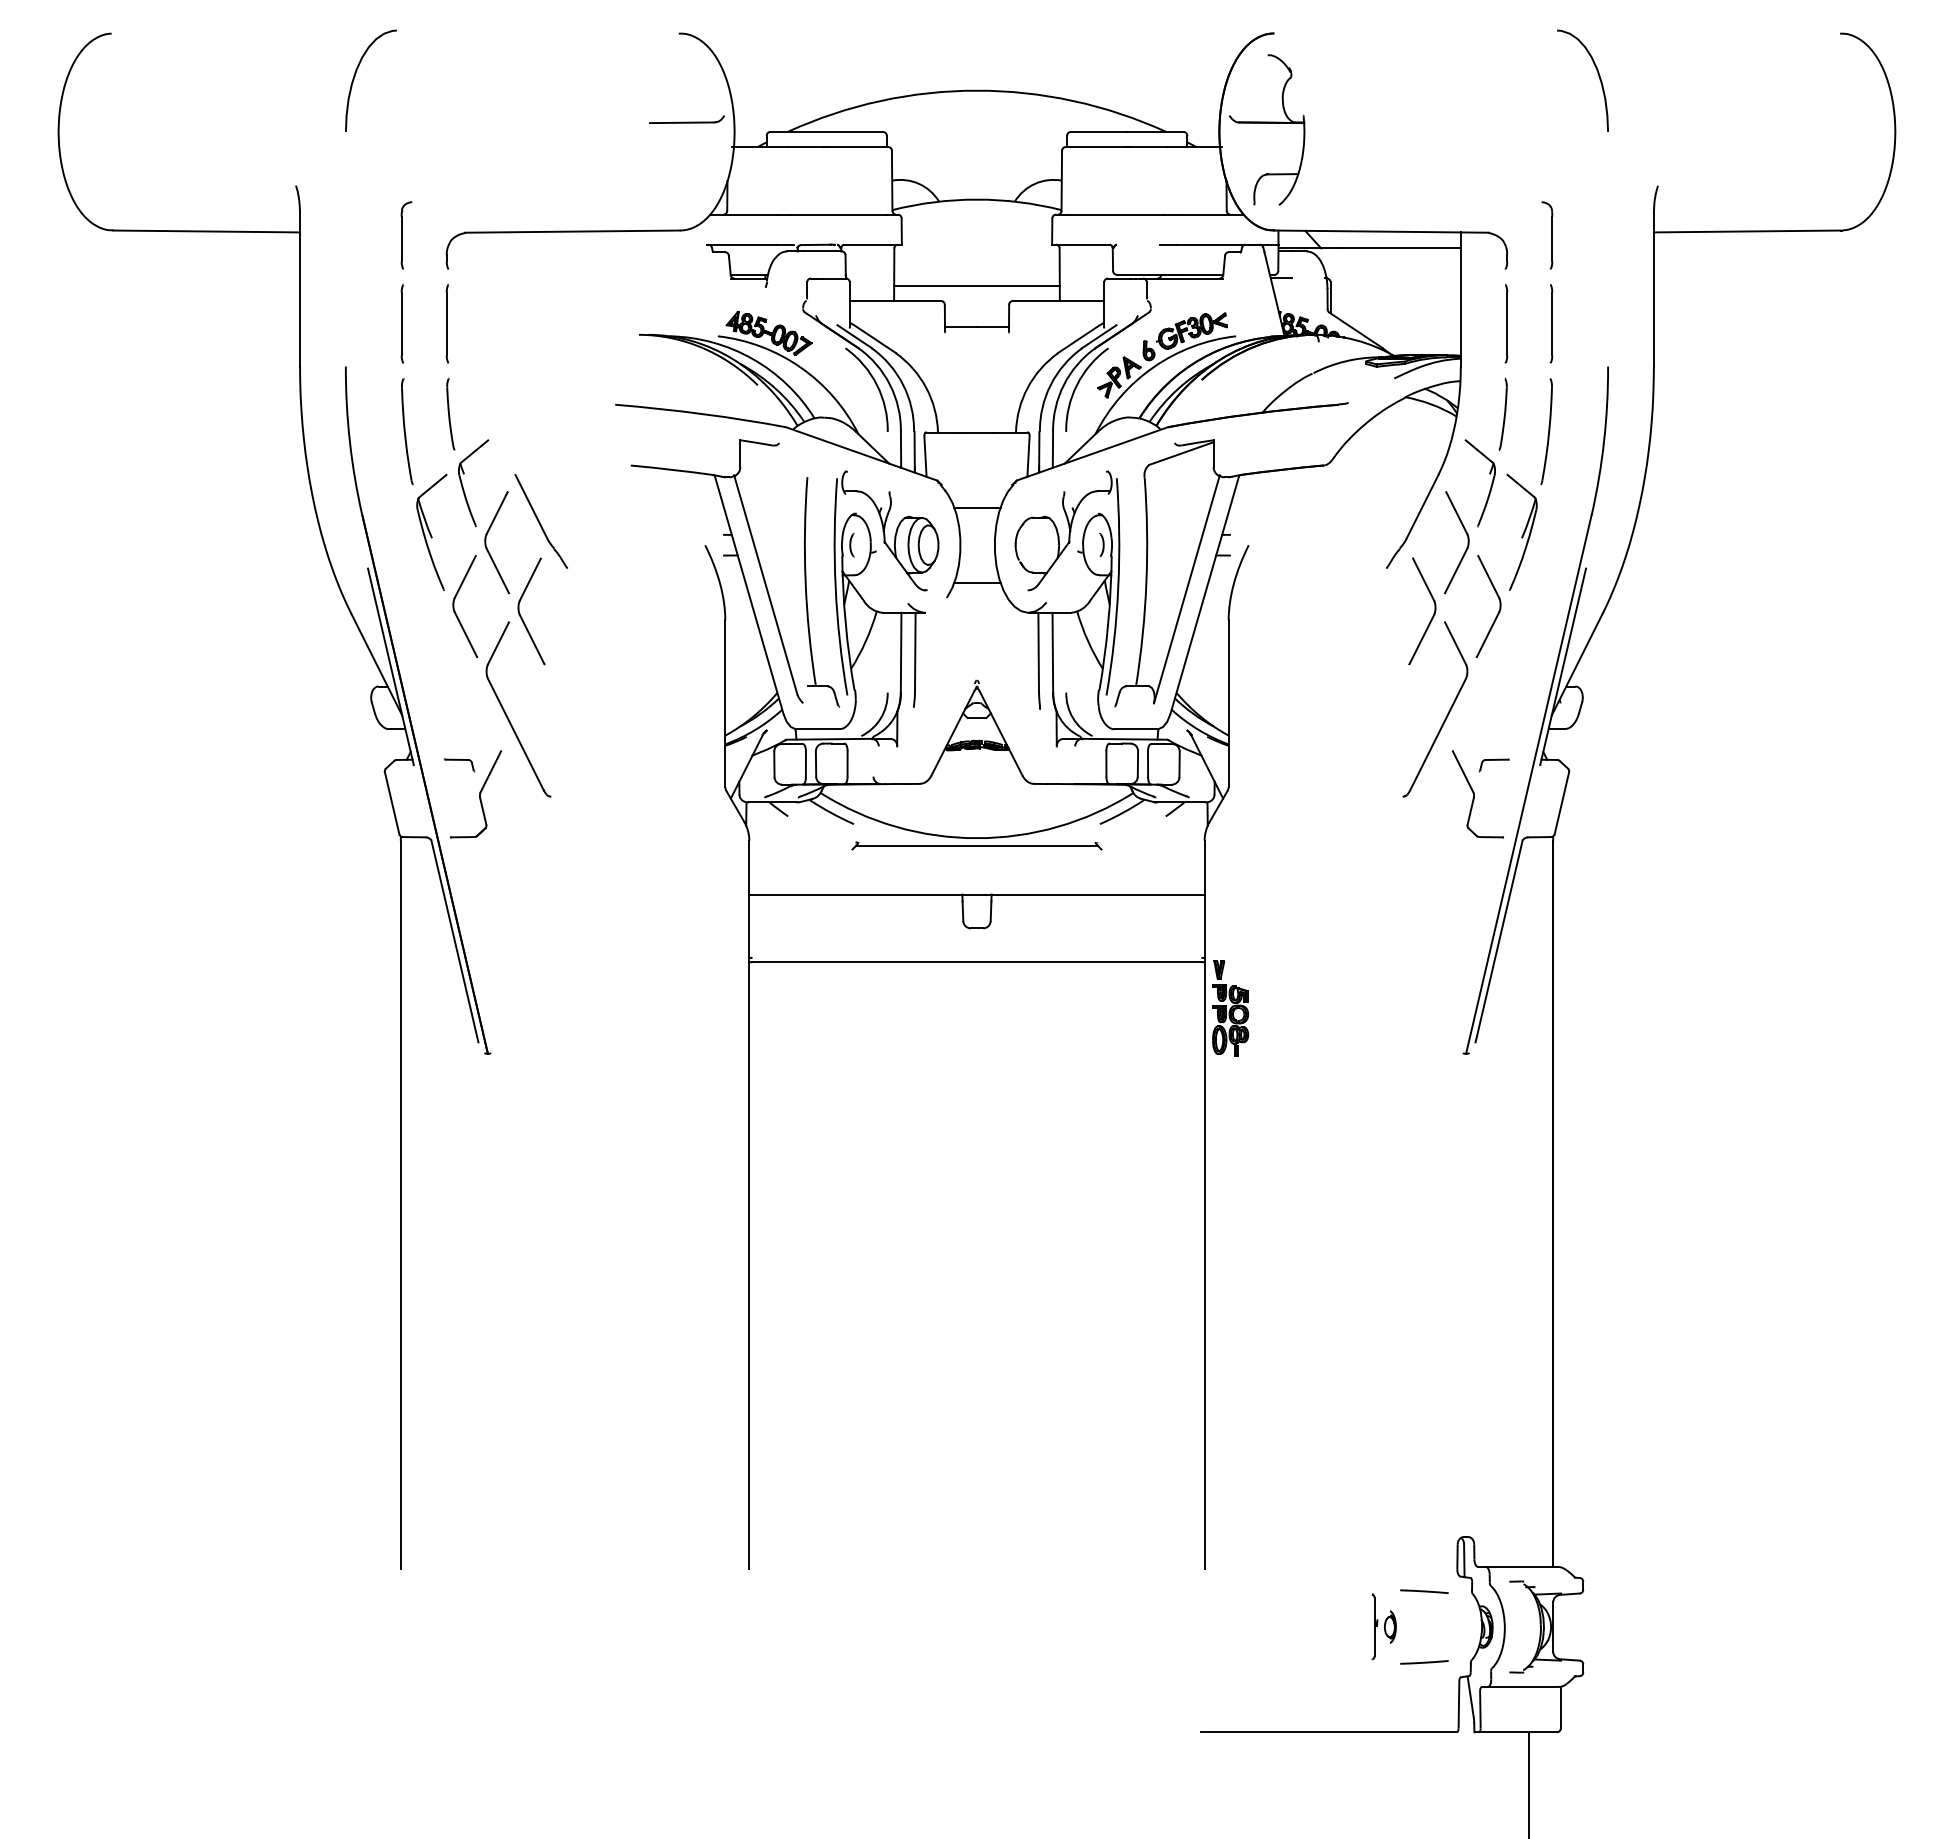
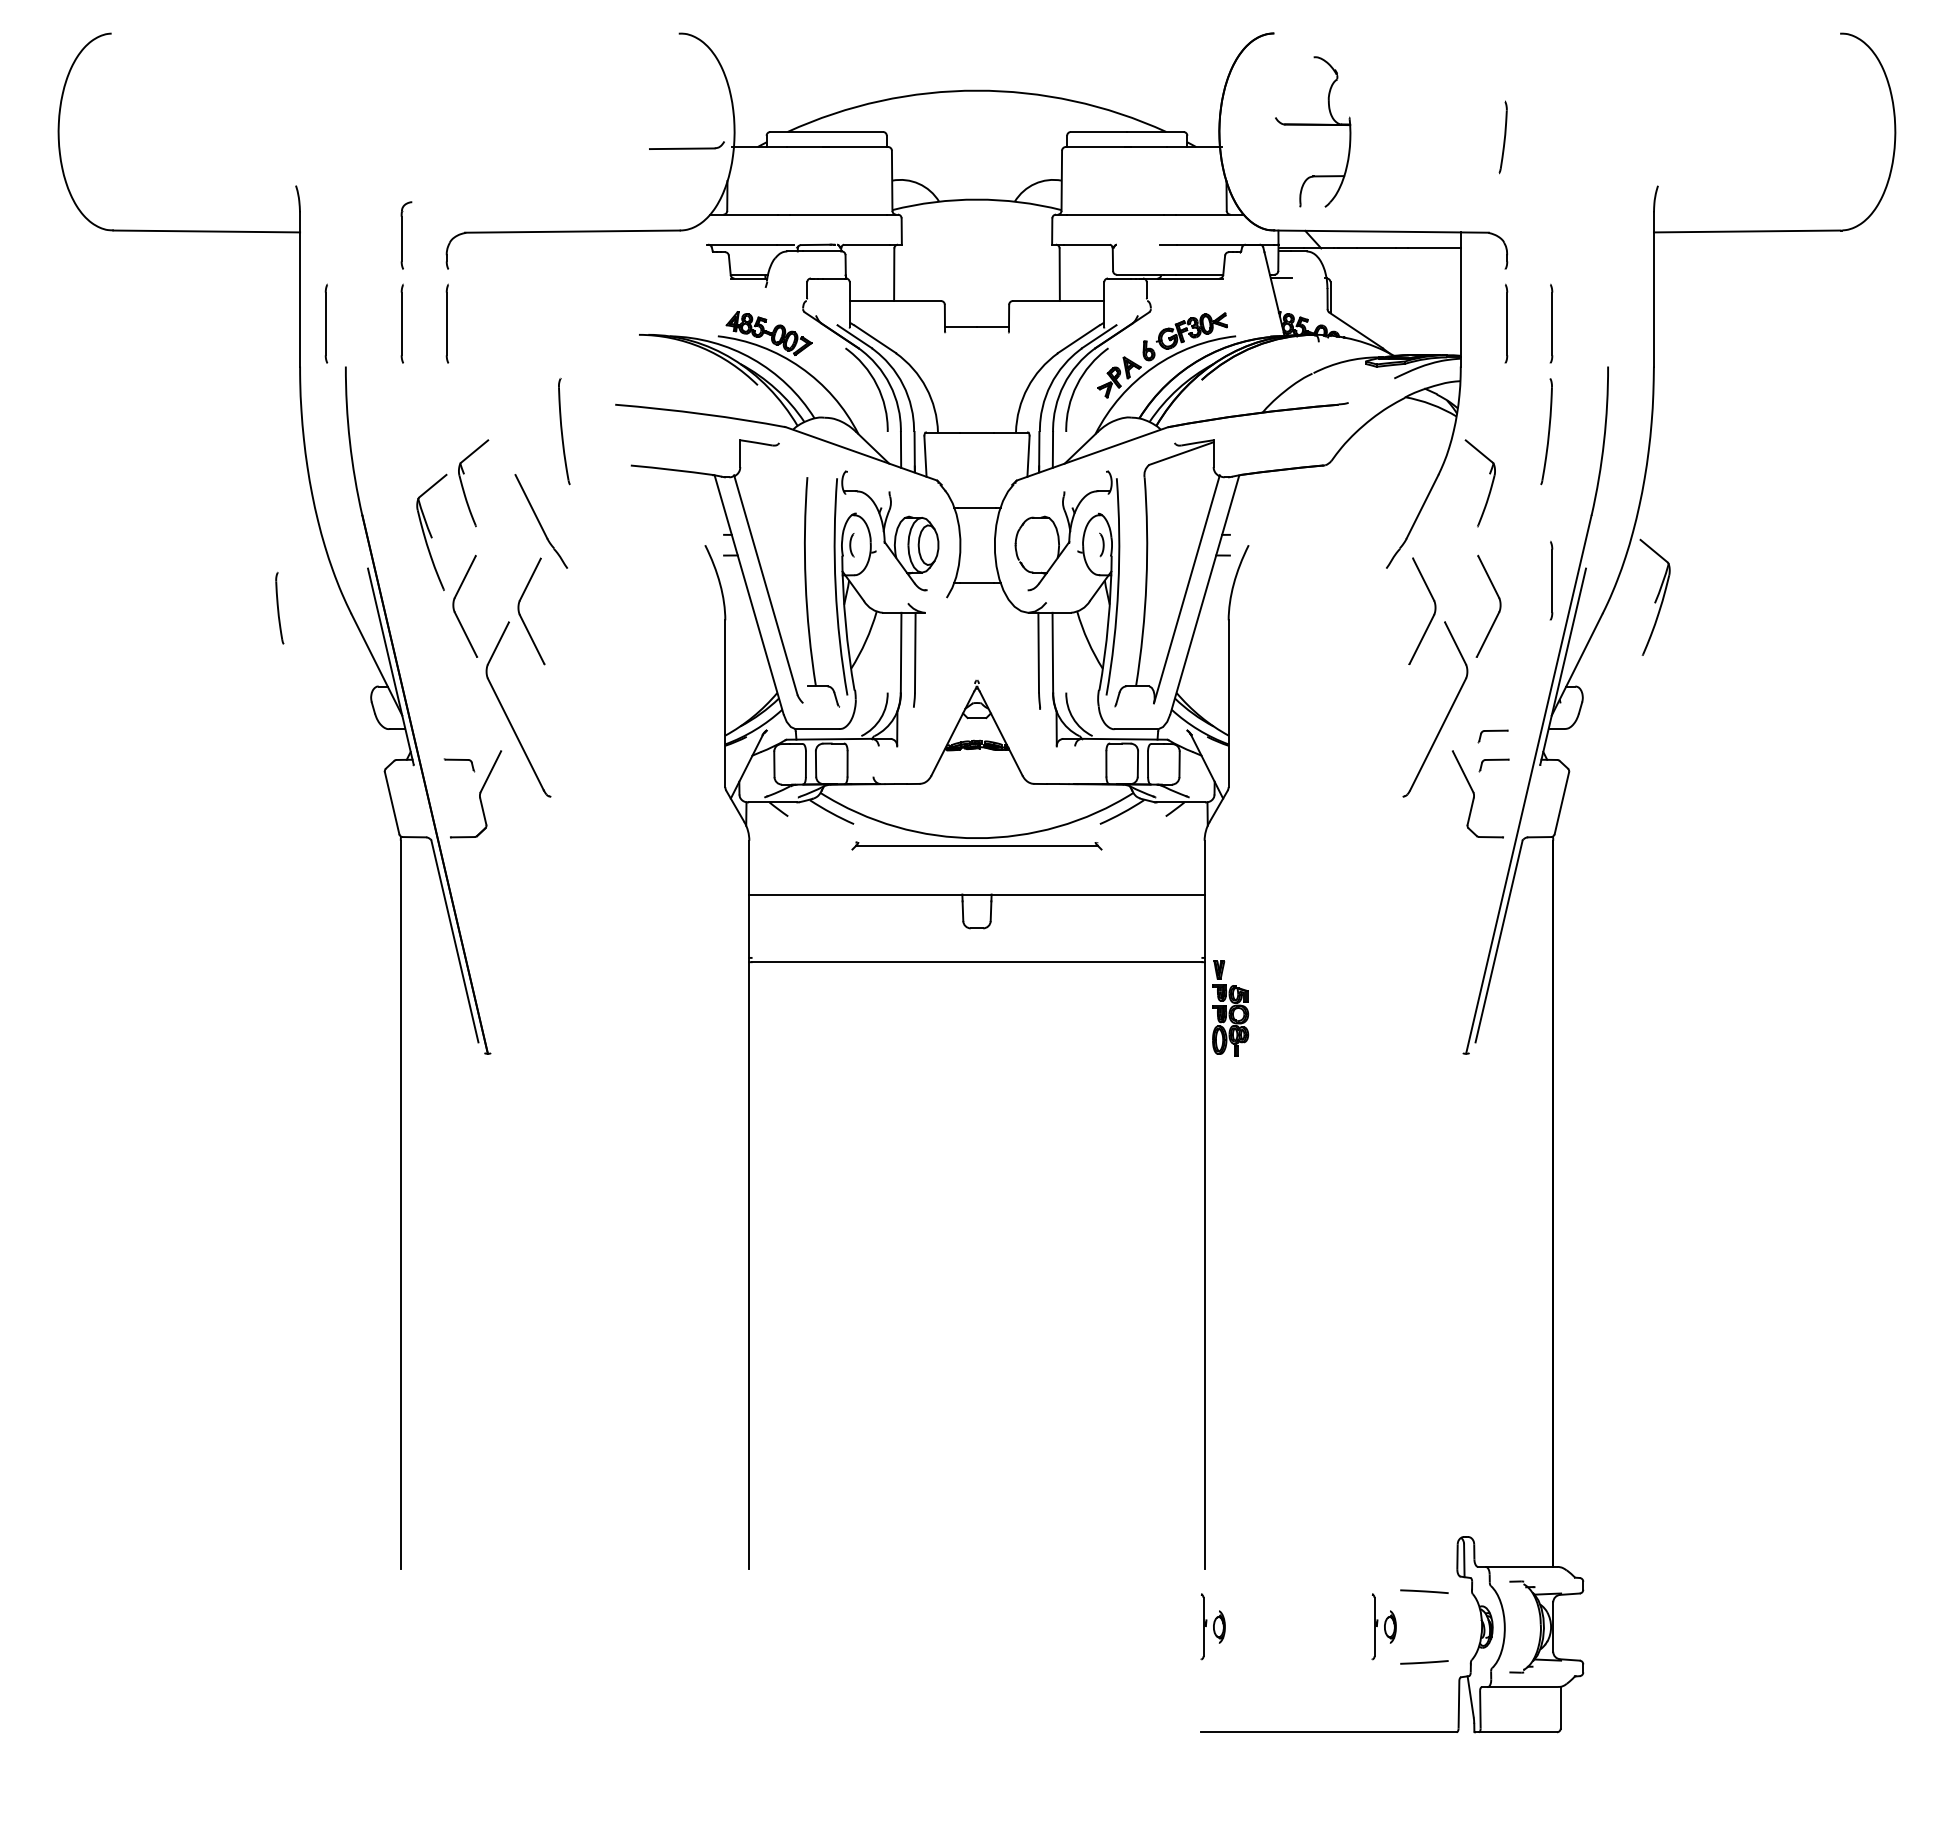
curve at (355, 76): present -> none
curve at (1598, 76): present -> none
part at (686, 119) position: (686, 119) -> (686, 145)
part at (1267, 129) position: (1267, 129) -> (1313, 131)
part at (1547, 235): present -> none
line at (976, 286): present -> none
part at (326, 323): none -> present
part at (450, 413) position: (450, 413) -> (279, 607)
part at (1502, 414) position: (1502, 414) -> (1502, 137)
part at (407, 431) position: (407, 431) -> (564, 431)
part at (1521, 531) position: (1521, 531) -> (1654, 596)
part at (486, 542): present -> none
part at (1467, 542): present -> none
part at (1551, 580): none -> present
part at (1492, 736): none -> present
part at (1212, 1626): none -> present
line at (1529, 1783): present -> none
